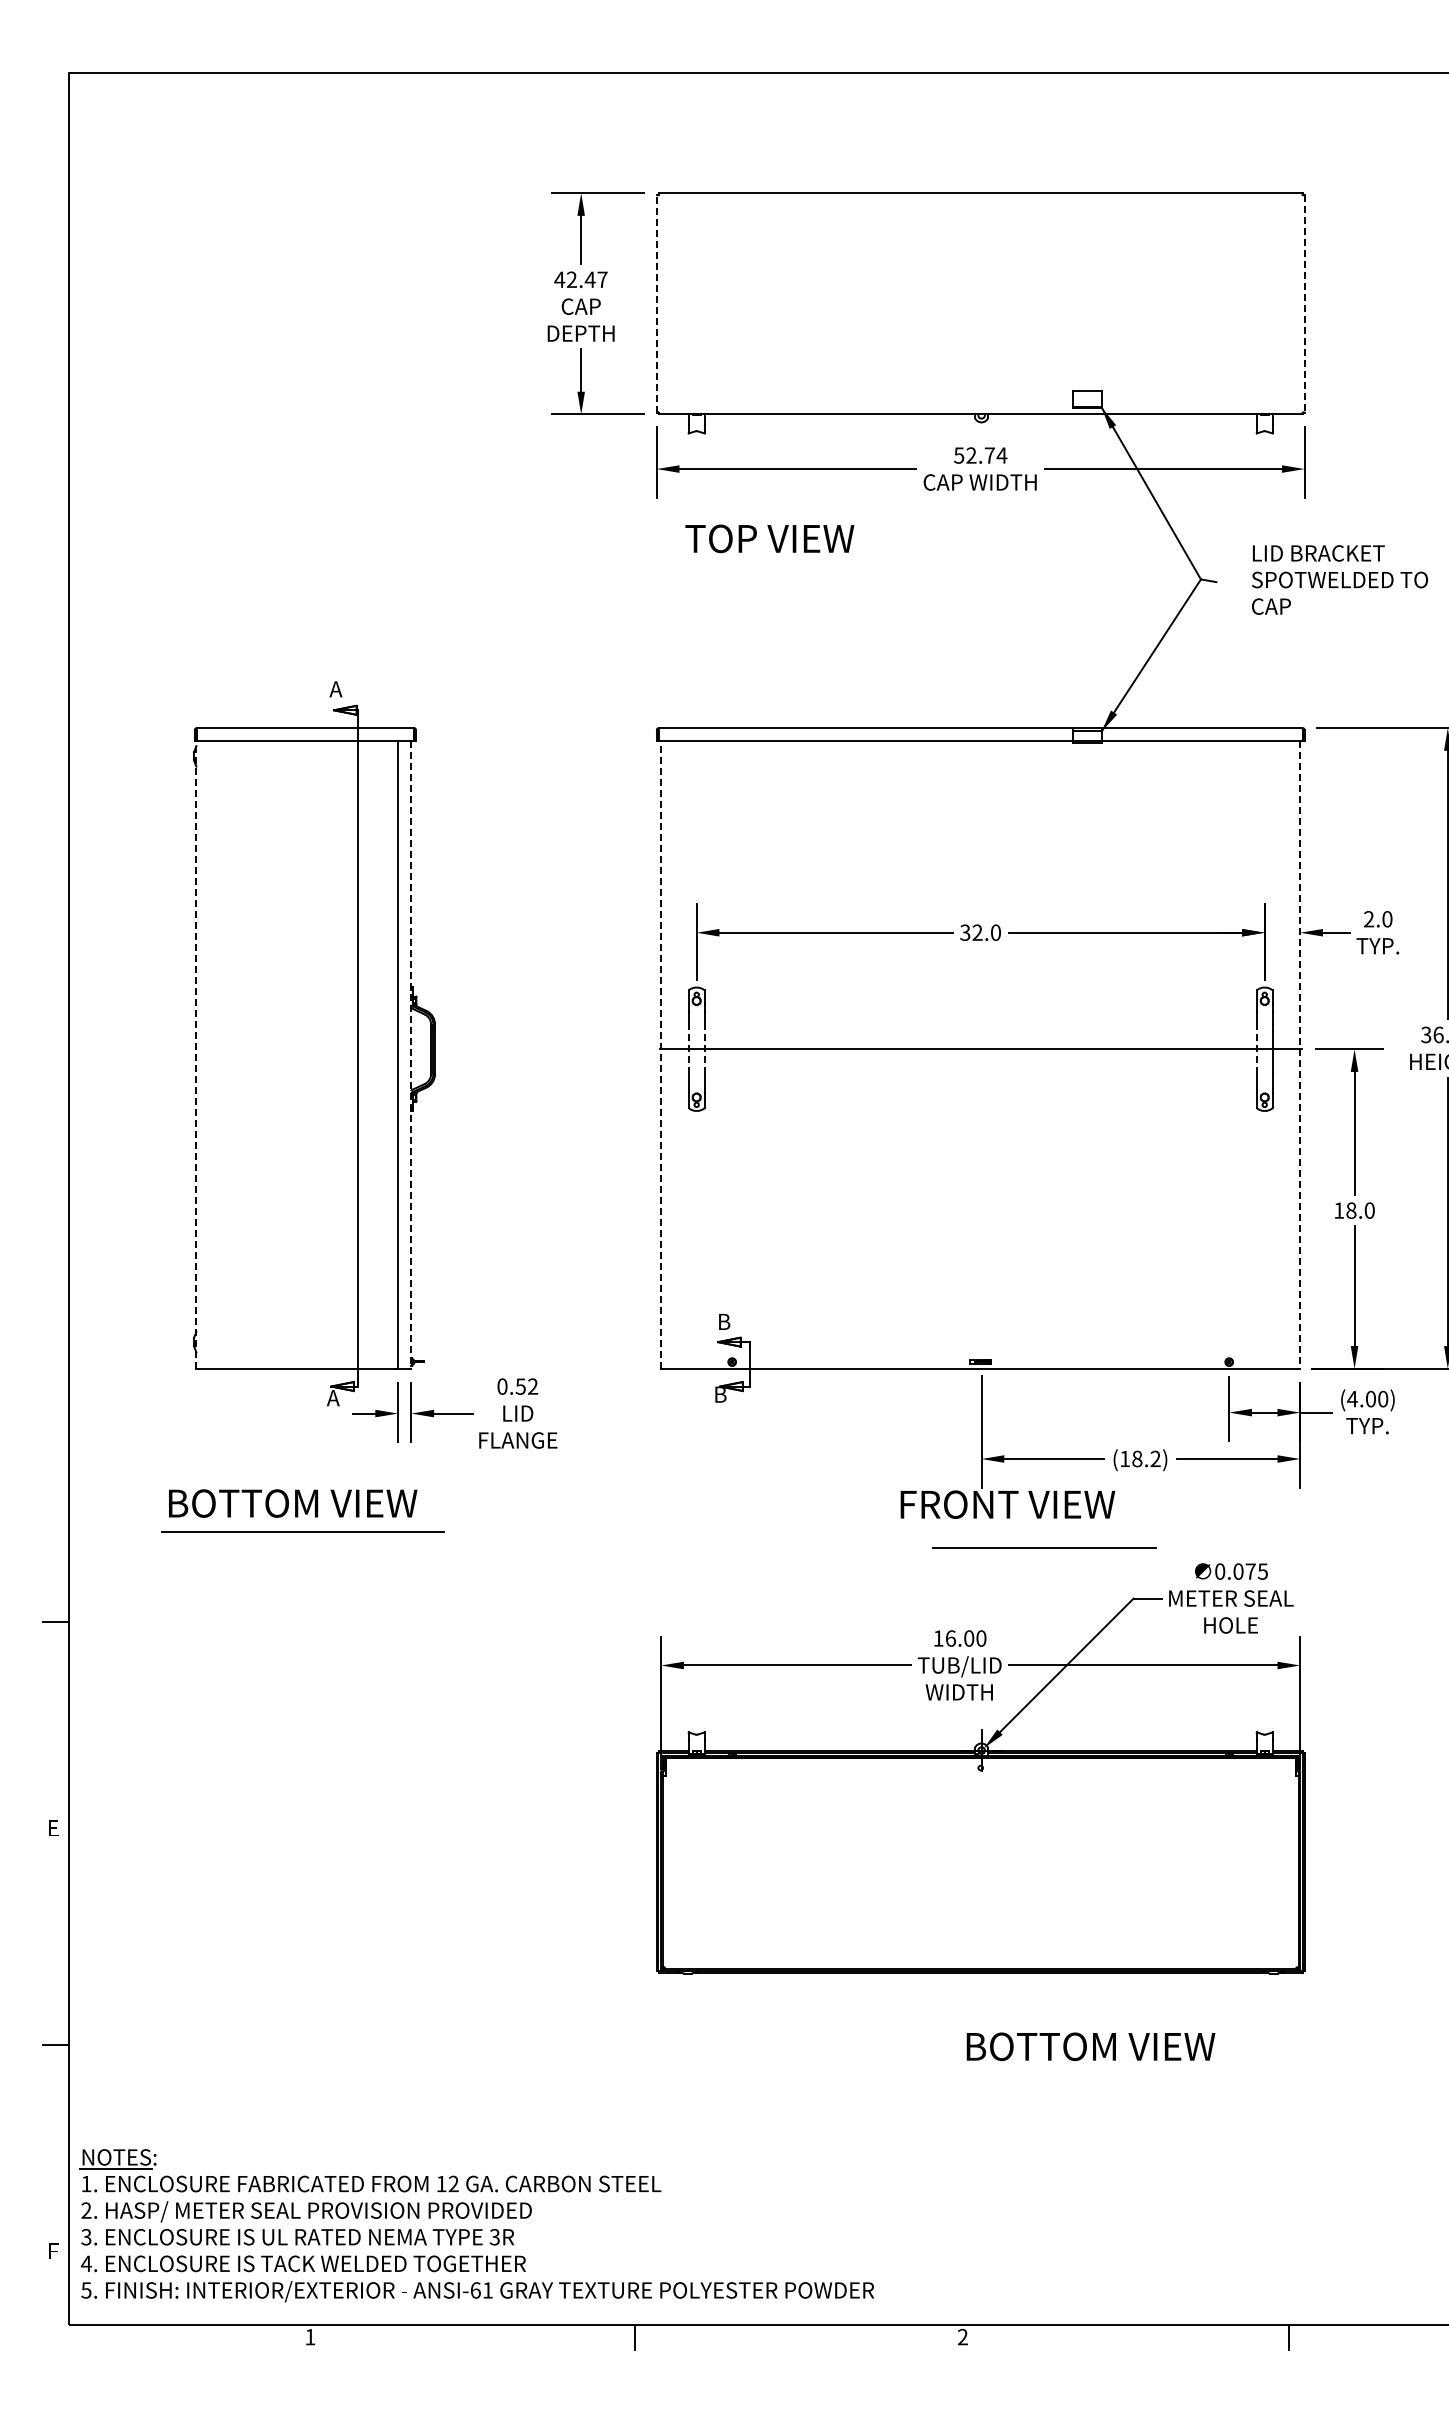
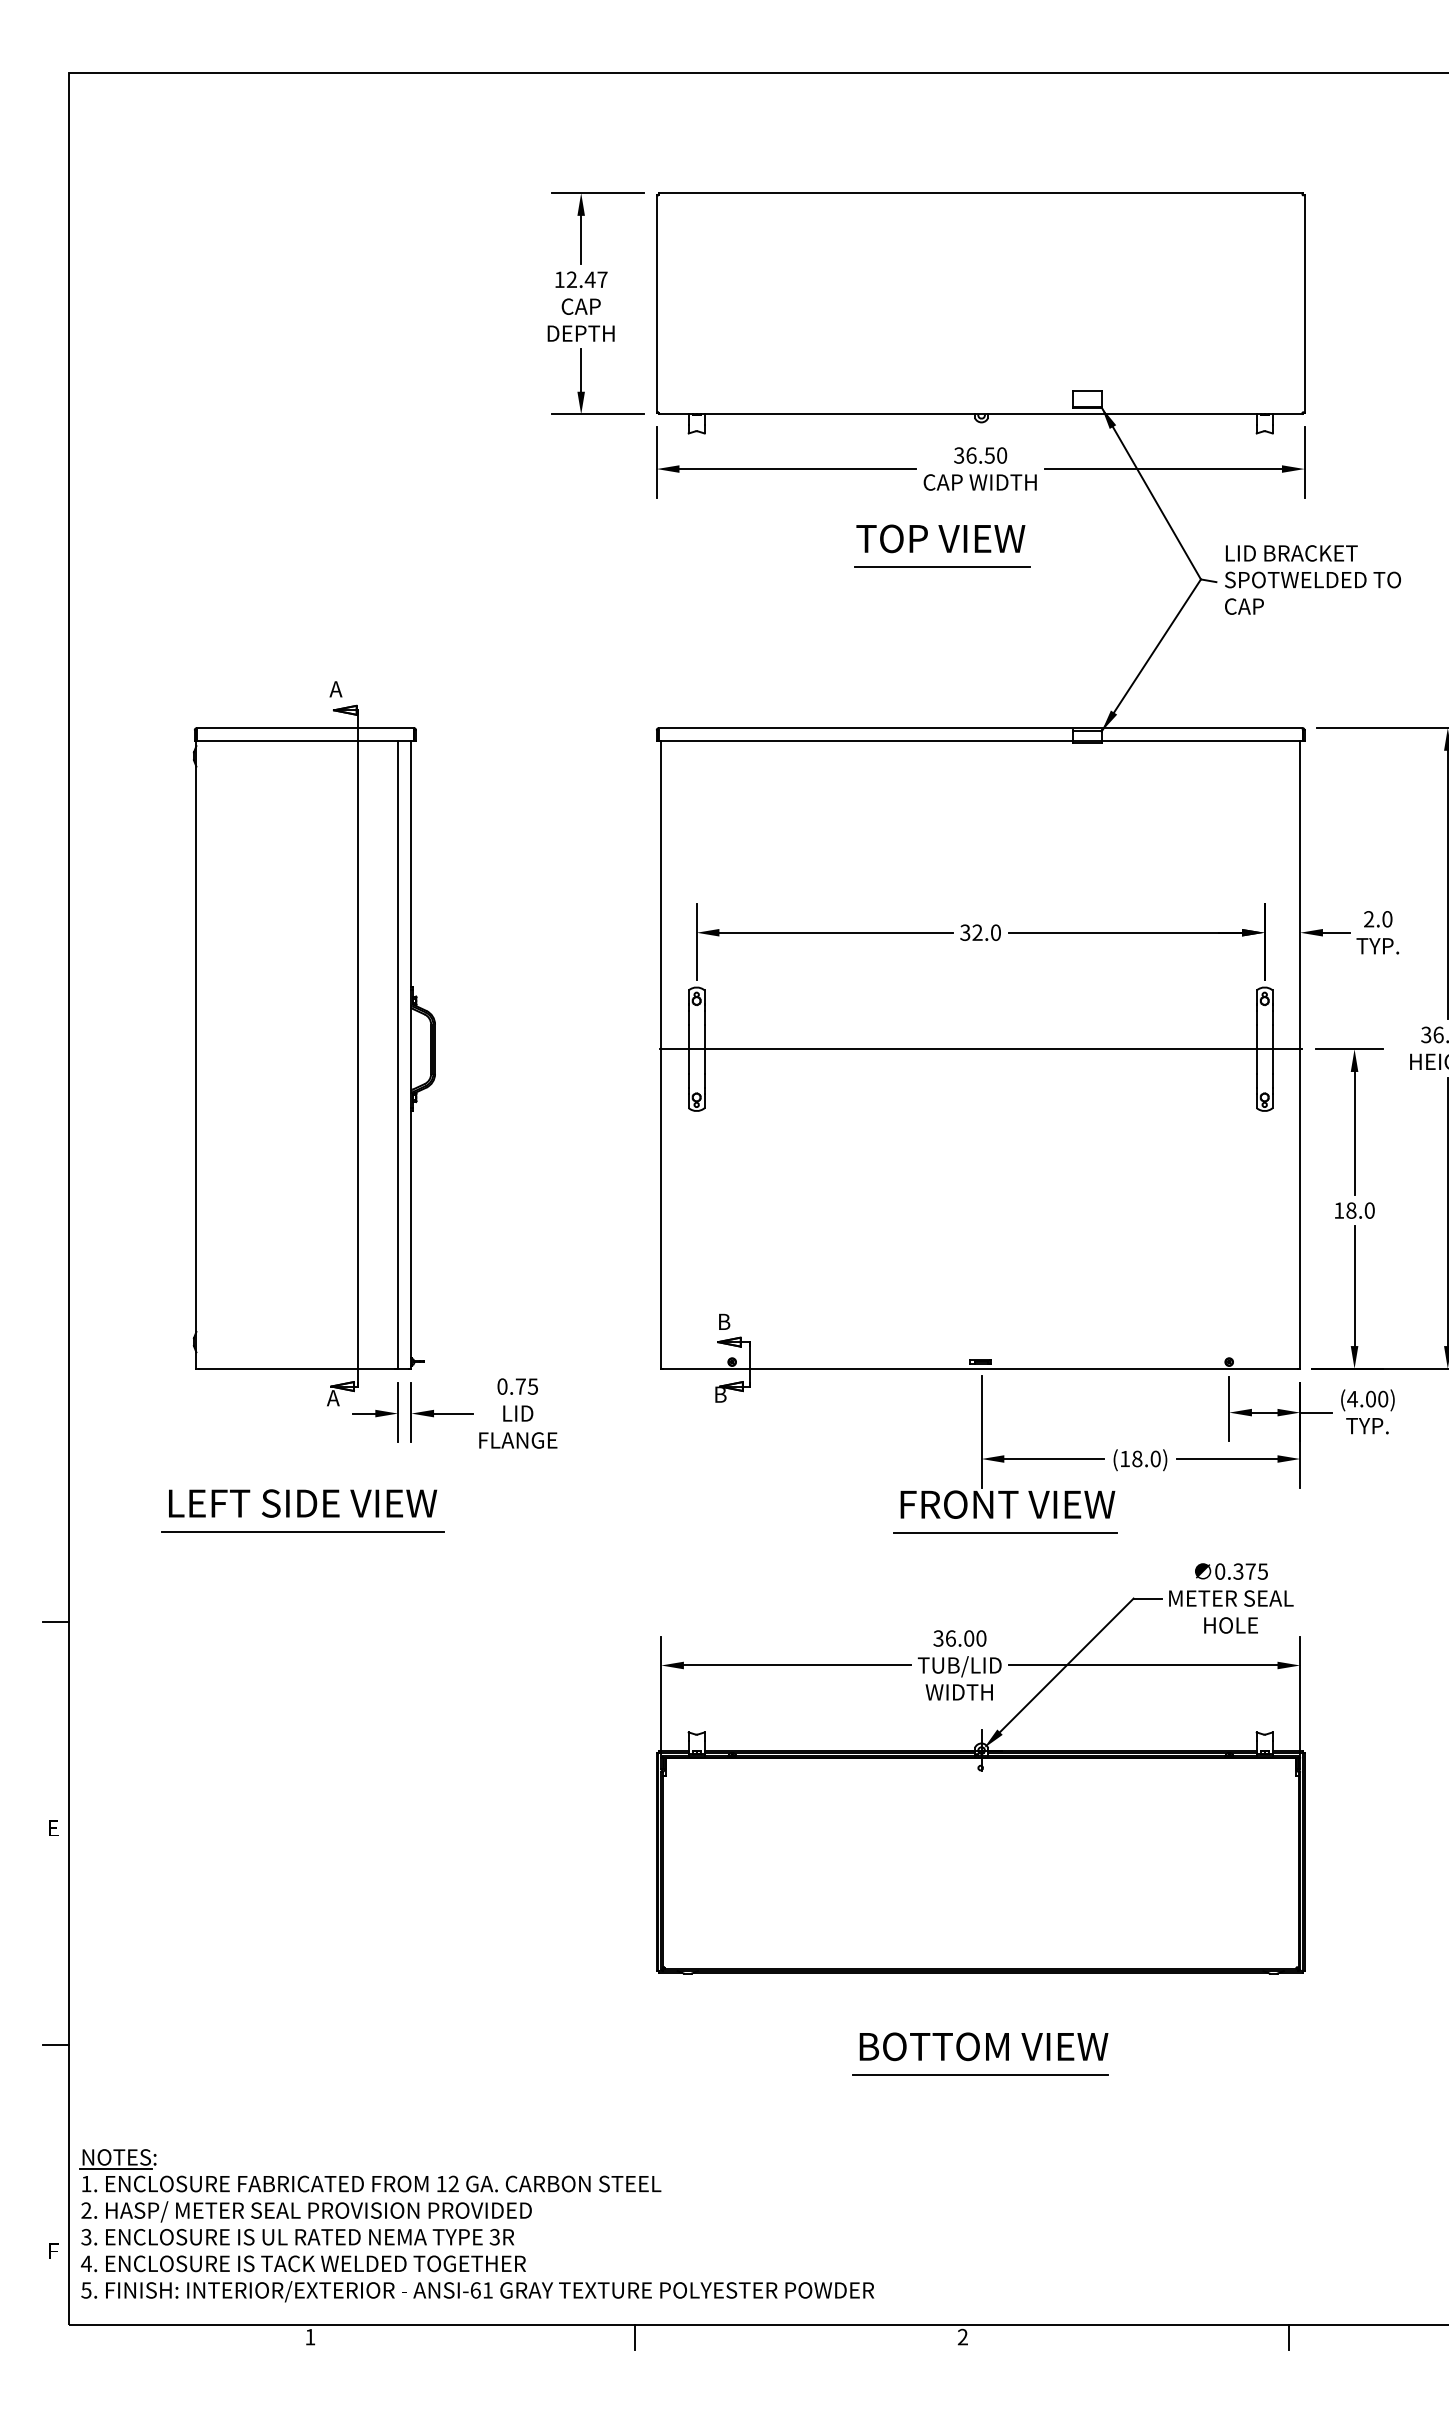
text at (559, 279): 42.47 -> 12.47
line at (656, 303): dashed -> solid
line at (1304, 303): dashed -> solid
text at (980, 455): 52.74 -> 36.50
text at (769, 538) position: (769, 538) -> (940, 538)
line at (942, 567): none -> present
text at (1339, 579) position: (1339, 579) -> (1312, 579)
line at (688, 1049): dashed -> solid
line at (704, 1049): dashed -> solid
line at (1256, 1049): dashed -> solid
line at (196, 1055): dashed -> solid
line at (411, 1055): dashed -> solid
line at (661, 1055): dashed -> solid
line at (1300, 1055): dashed -> solid
text at (526, 1386): 0.52 -> 0.75
text at (1155, 1458): (18.2) -> (18.0)
text at (304, 1503): BOTTOM VIEW -> LEFT SIDE VIEW
line at (1044, 1547) position: (1044, 1547) -> (1005, 1532)
text at (1238, 1571): 0.075 -> 0.375
text at (938, 1638): 16.00 -> 36.00
text at (1090, 2046) position: (1090, 2046) -> (983, 2046)
line at (980, 2074): none -> present
